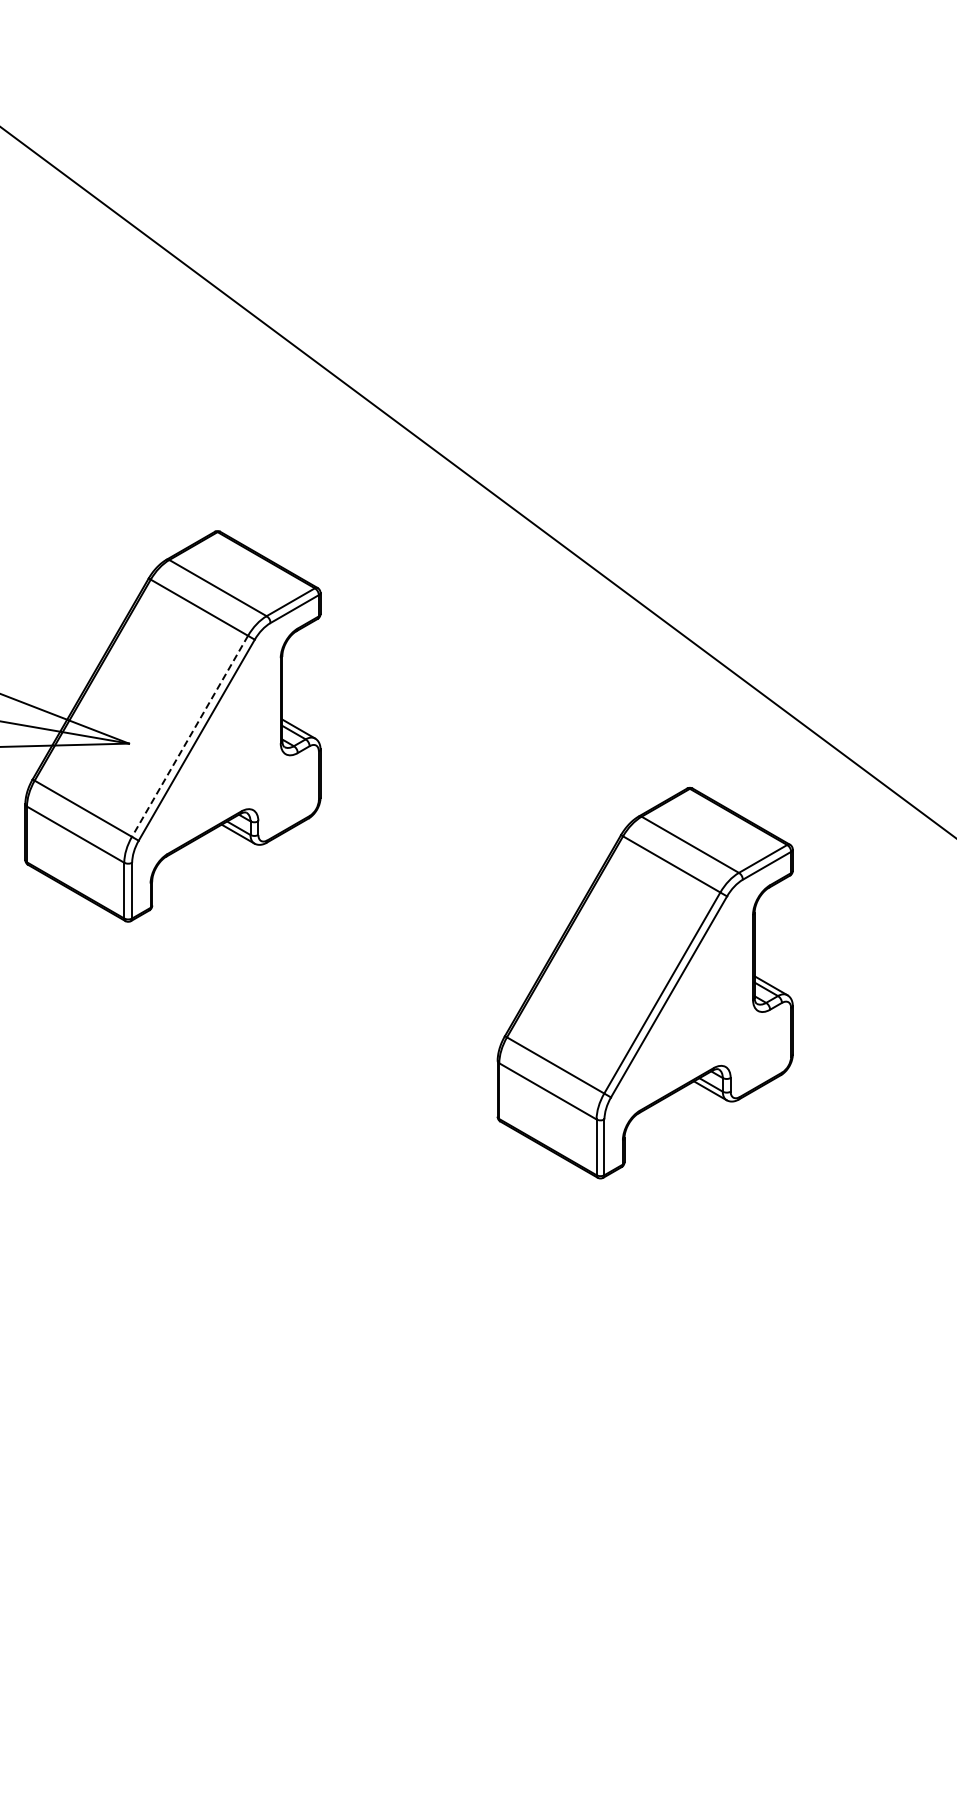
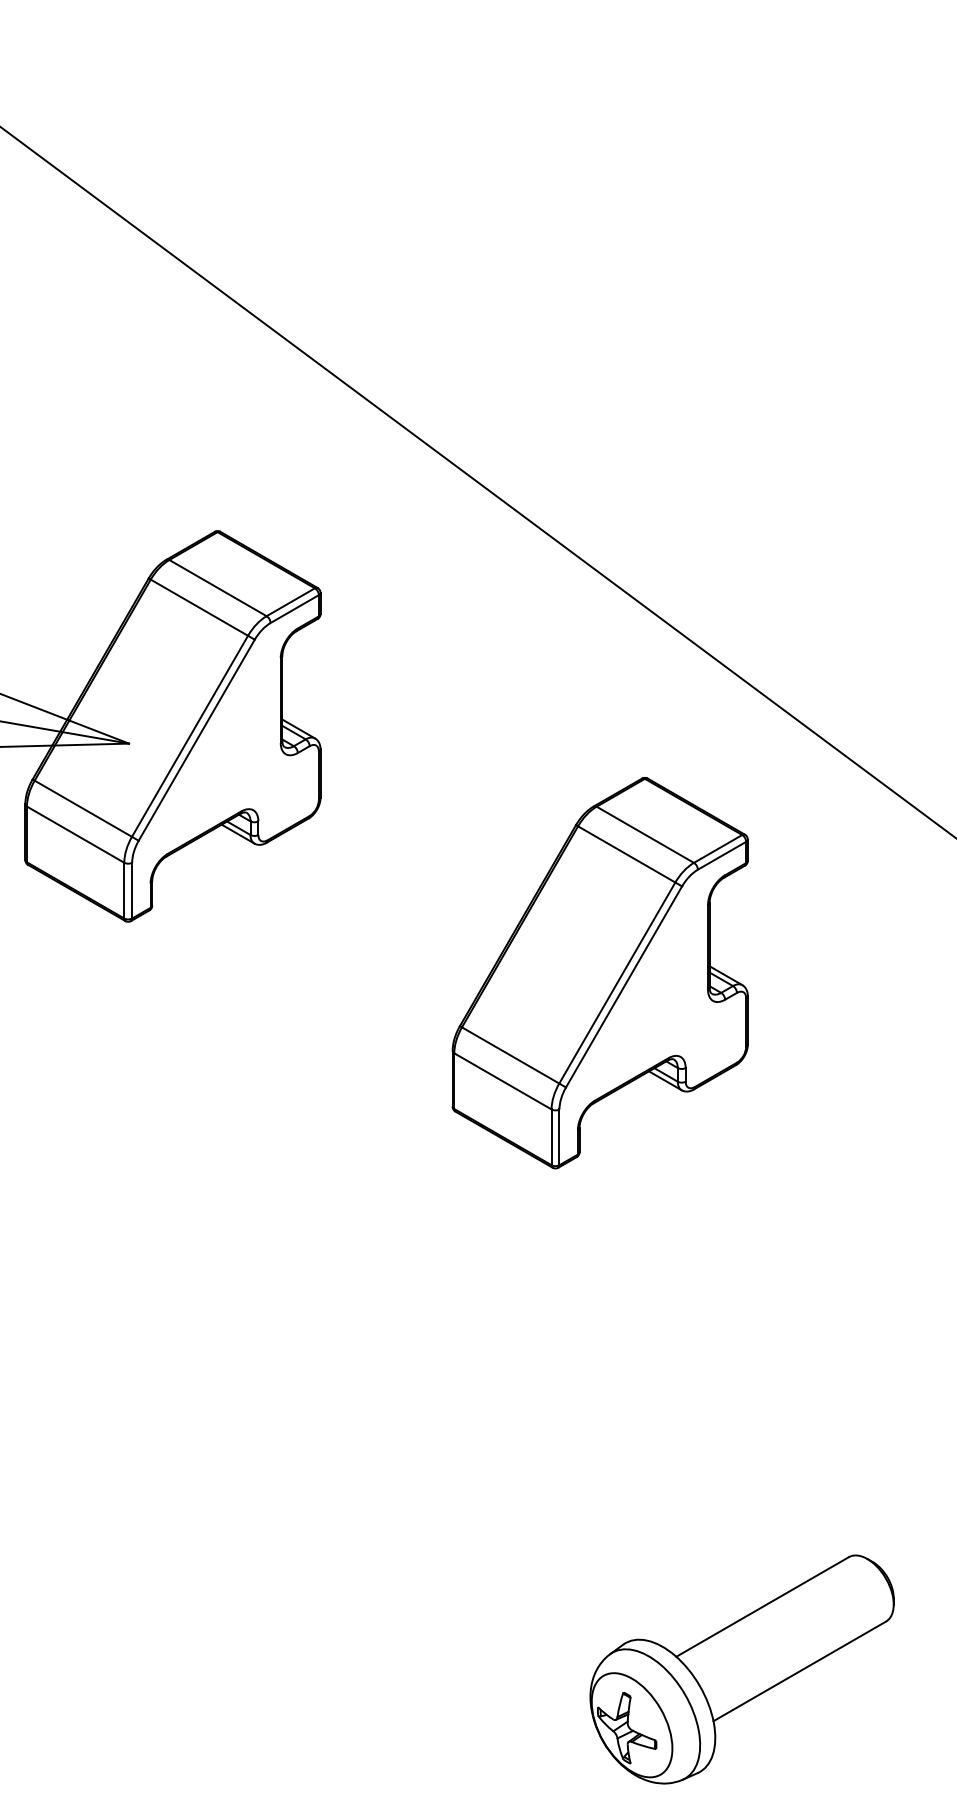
line at (189, 736): dashed -> solid
part at (644, 983) position: (644, 983) -> (599, 973)
part at (741, 1669): none -> present
